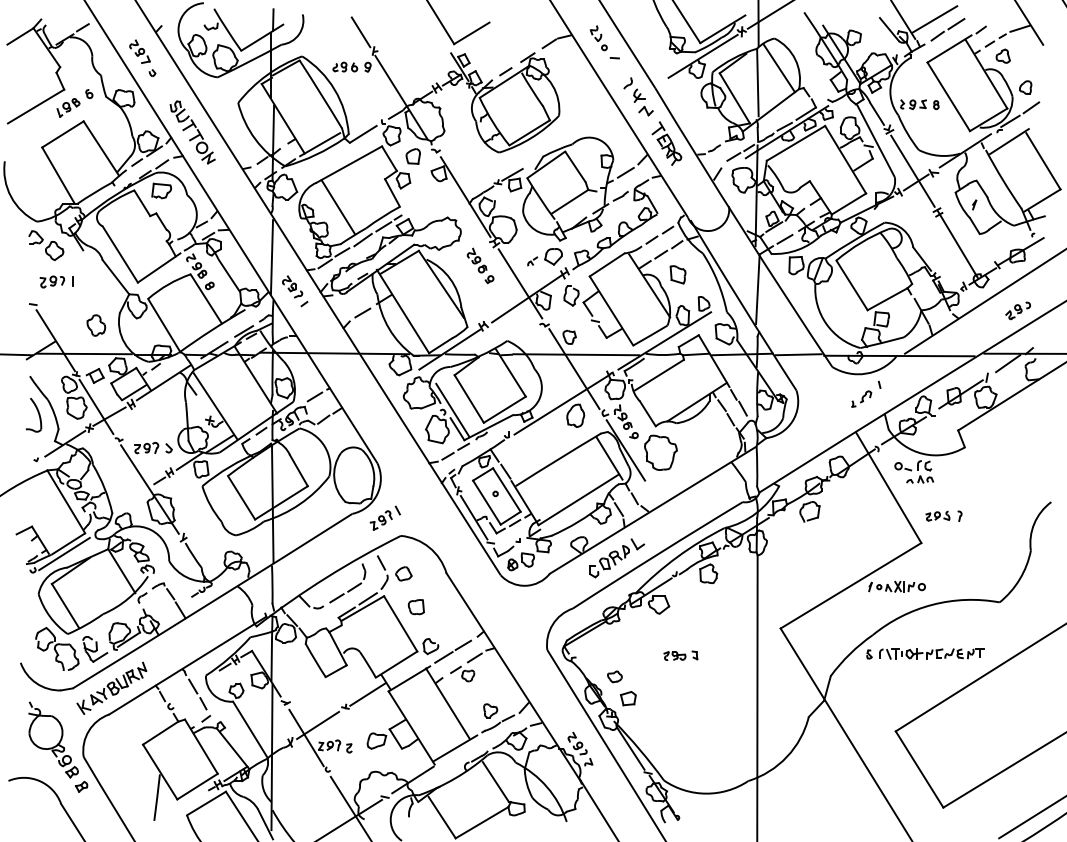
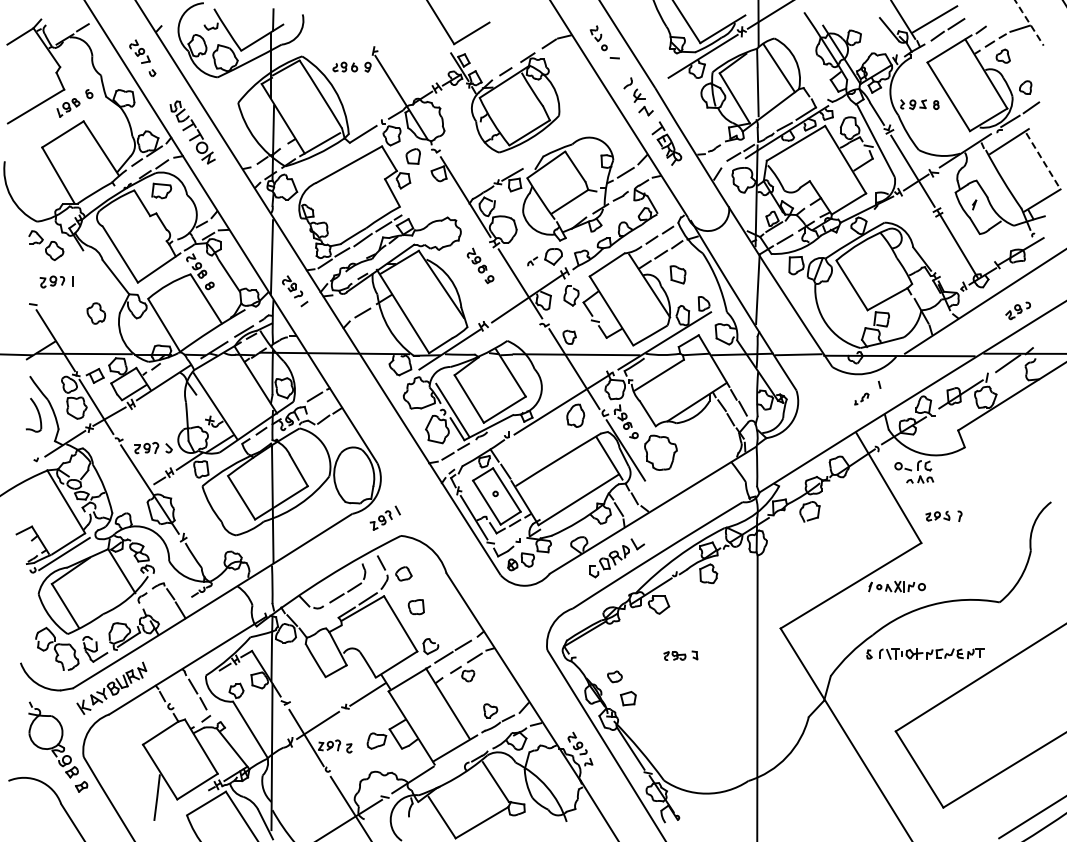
arc at (1029, 22): solid -> dashed
line at (360, 32): present -> none
line at (1043, 161): solid -> dashed
line at (337, 206): present -> none
part at (96, 325) position: (96, 325) -> (96, 313)
part at (861, 398) size: 22x18 px -> 16x14 px
